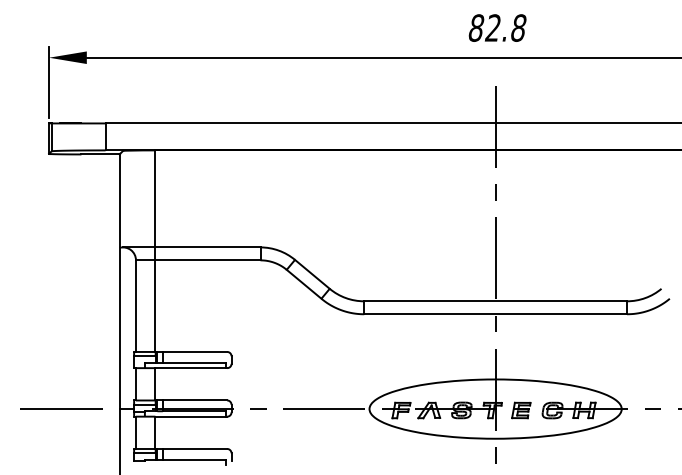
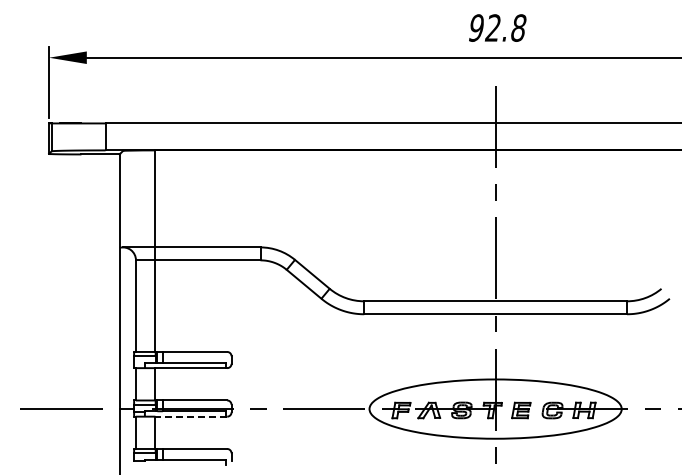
text at (476, 27): 82.8 -> 92.8
line at (191, 416): solid -> dashed
